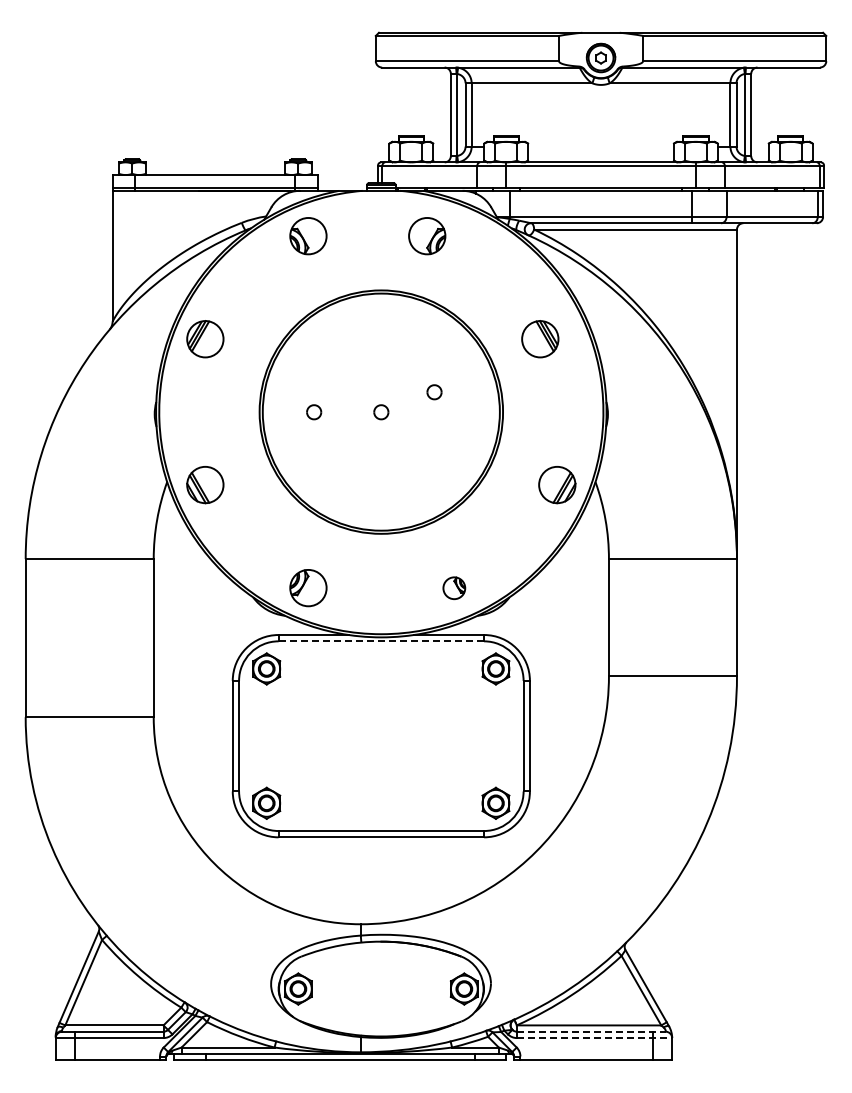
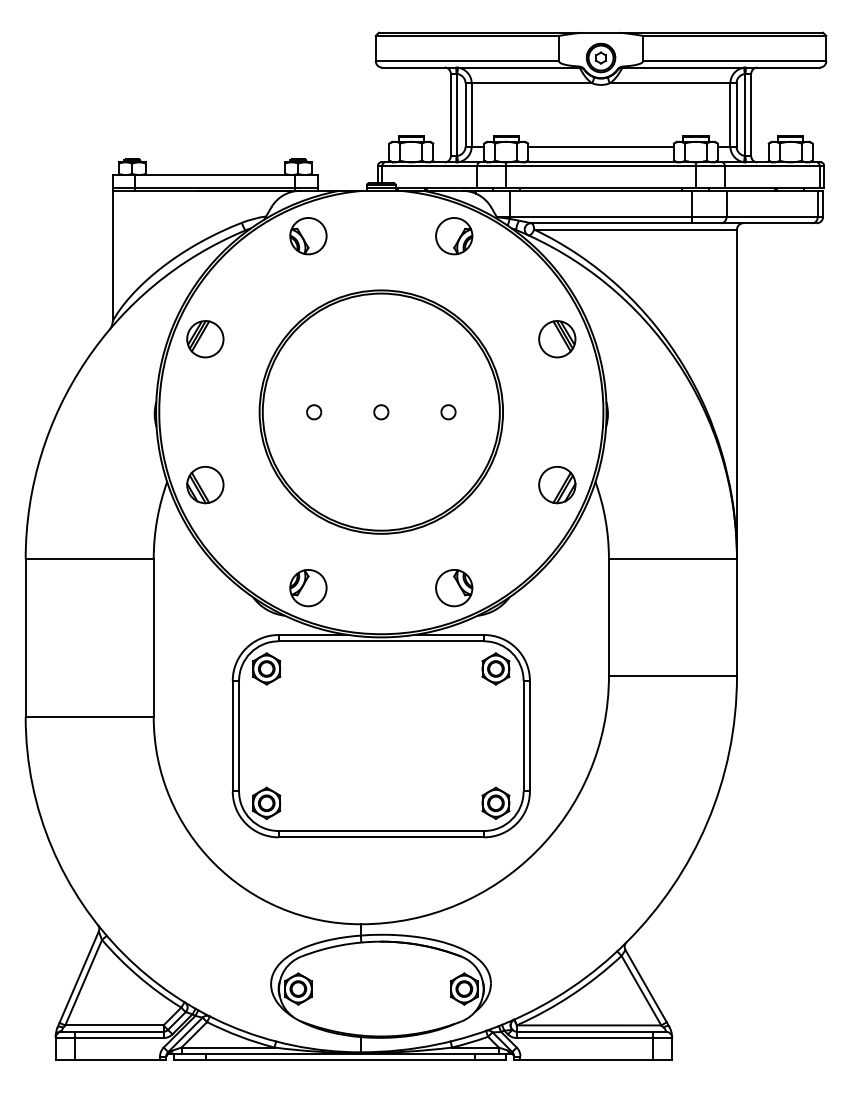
line at (600, 146): none -> present
part at (427, 236) position: (427, 236) -> (454, 236)
part at (540, 339) position: (540, 339) -> (557, 339)
part at (434, 392) position: (434, 392) -> (448, 412)
part at (454, 588) size: 25x25 px -> 39x39 px
line at (381, 641): dashed -> solid
line at (591, 1031): dashed -> solid
line at (594, 1038): dashed -> solid
